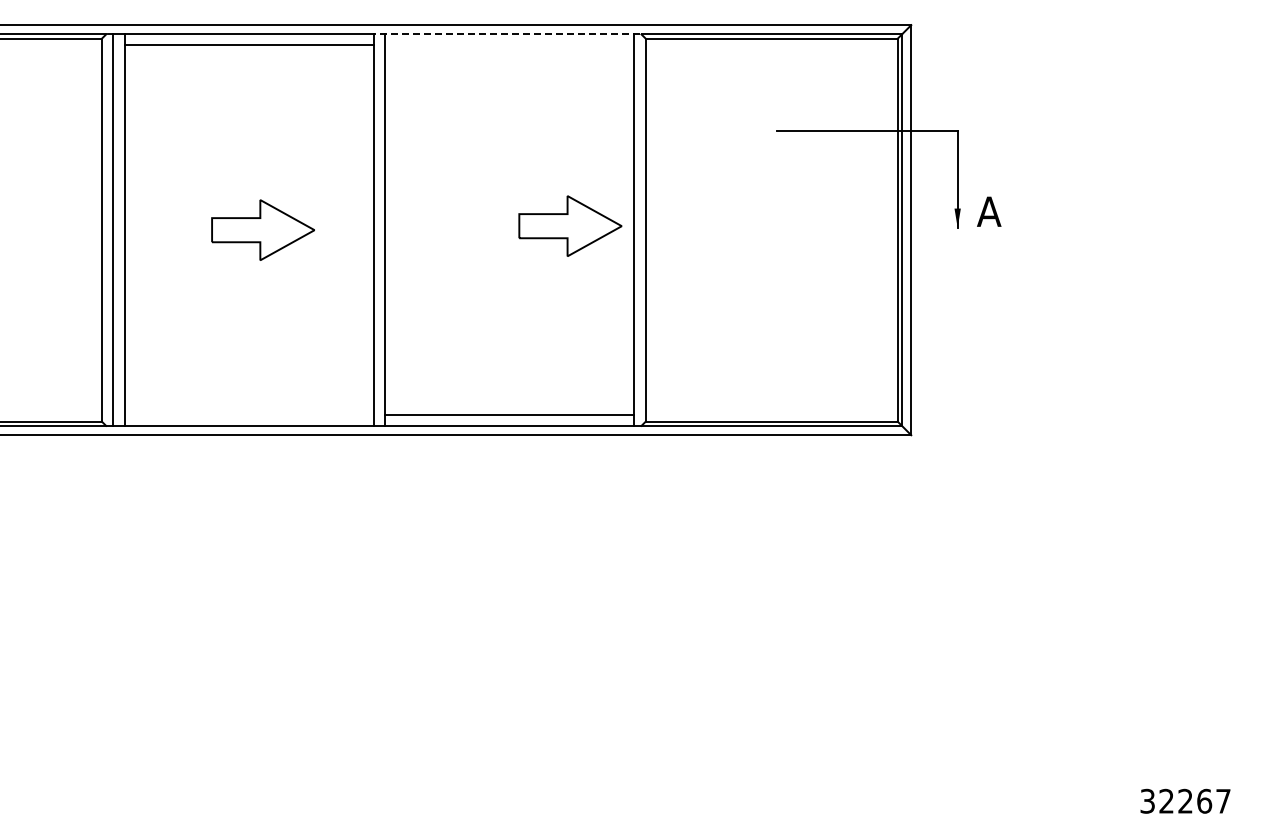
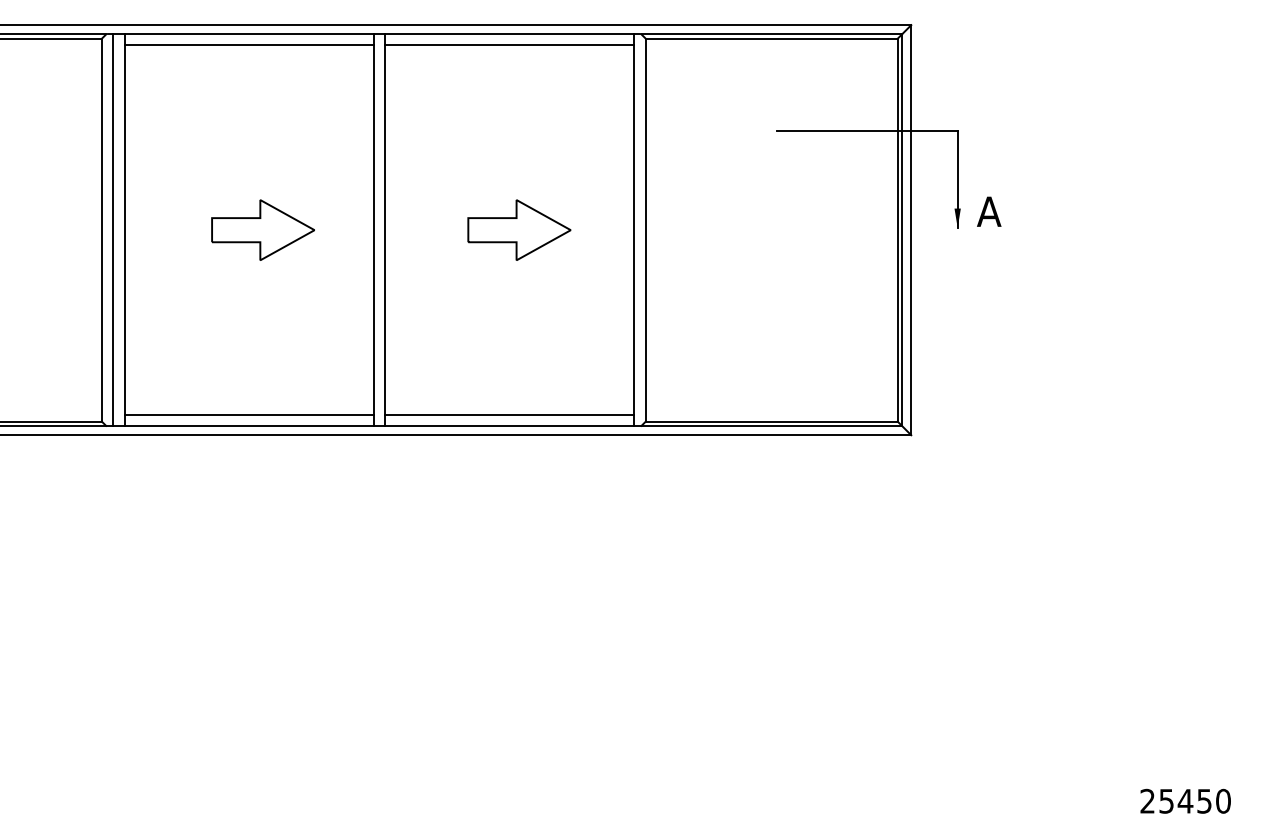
line at (506, 34): dashed -> solid
line at (509, 45): none -> present
part at (570, 225) position: (570, 225) -> (519, 229)
line at (248, 414): none -> present
text at (1185, 800): 32267 -> 25450
